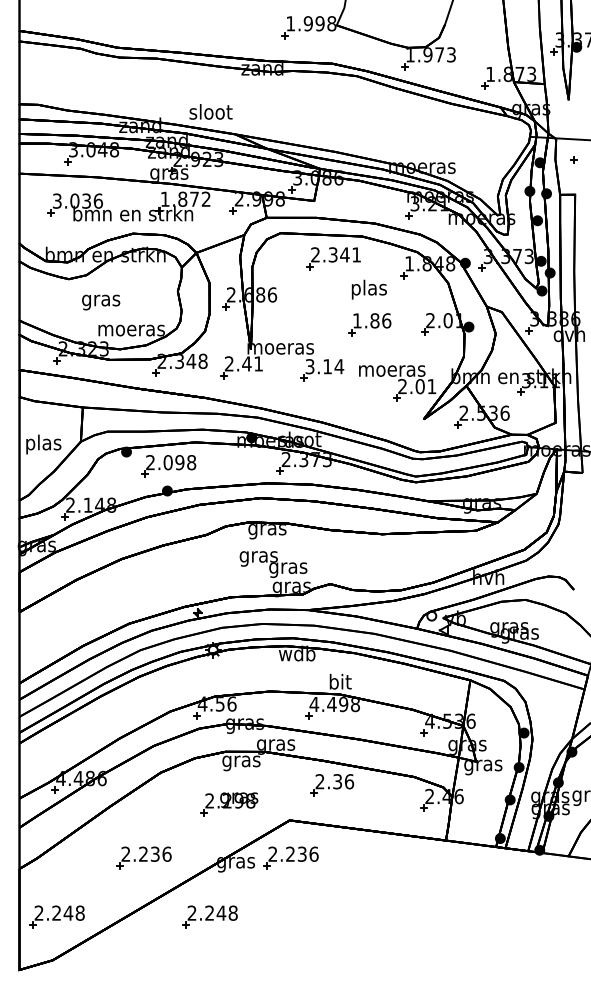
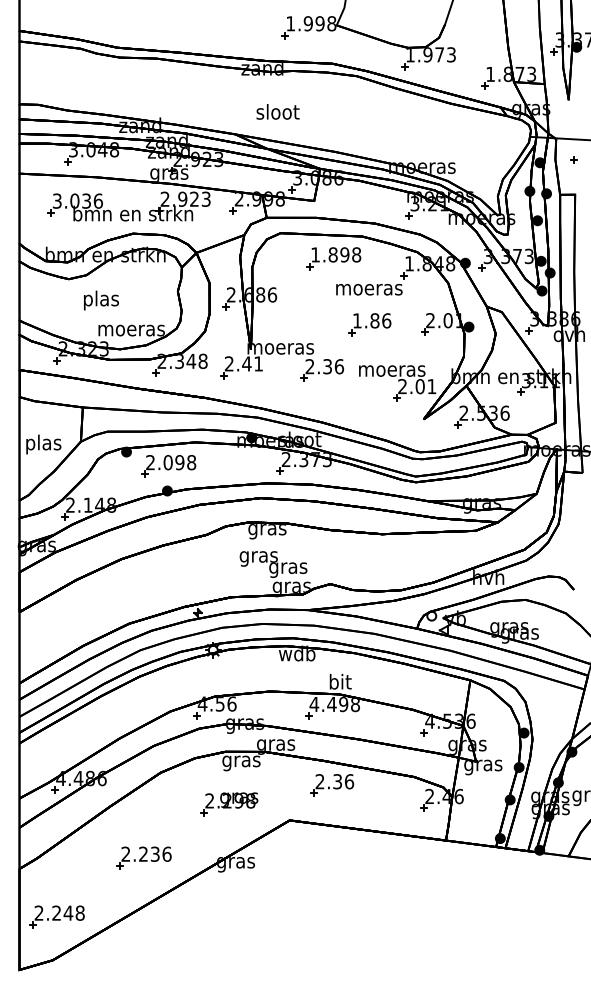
text at (210, 111) position: (210, 111) -> (277, 111)
text at (185, 198): 1.872 -> 2.923
text at (336, 254): 2.341 -> 1.898
text at (369, 289): plas -> moeras
text at (101, 300): gras -> plas
text at (324, 366): 3.14 -> 2.36
part at (290, 857): present -> none
part at (209, 916): present -> none
